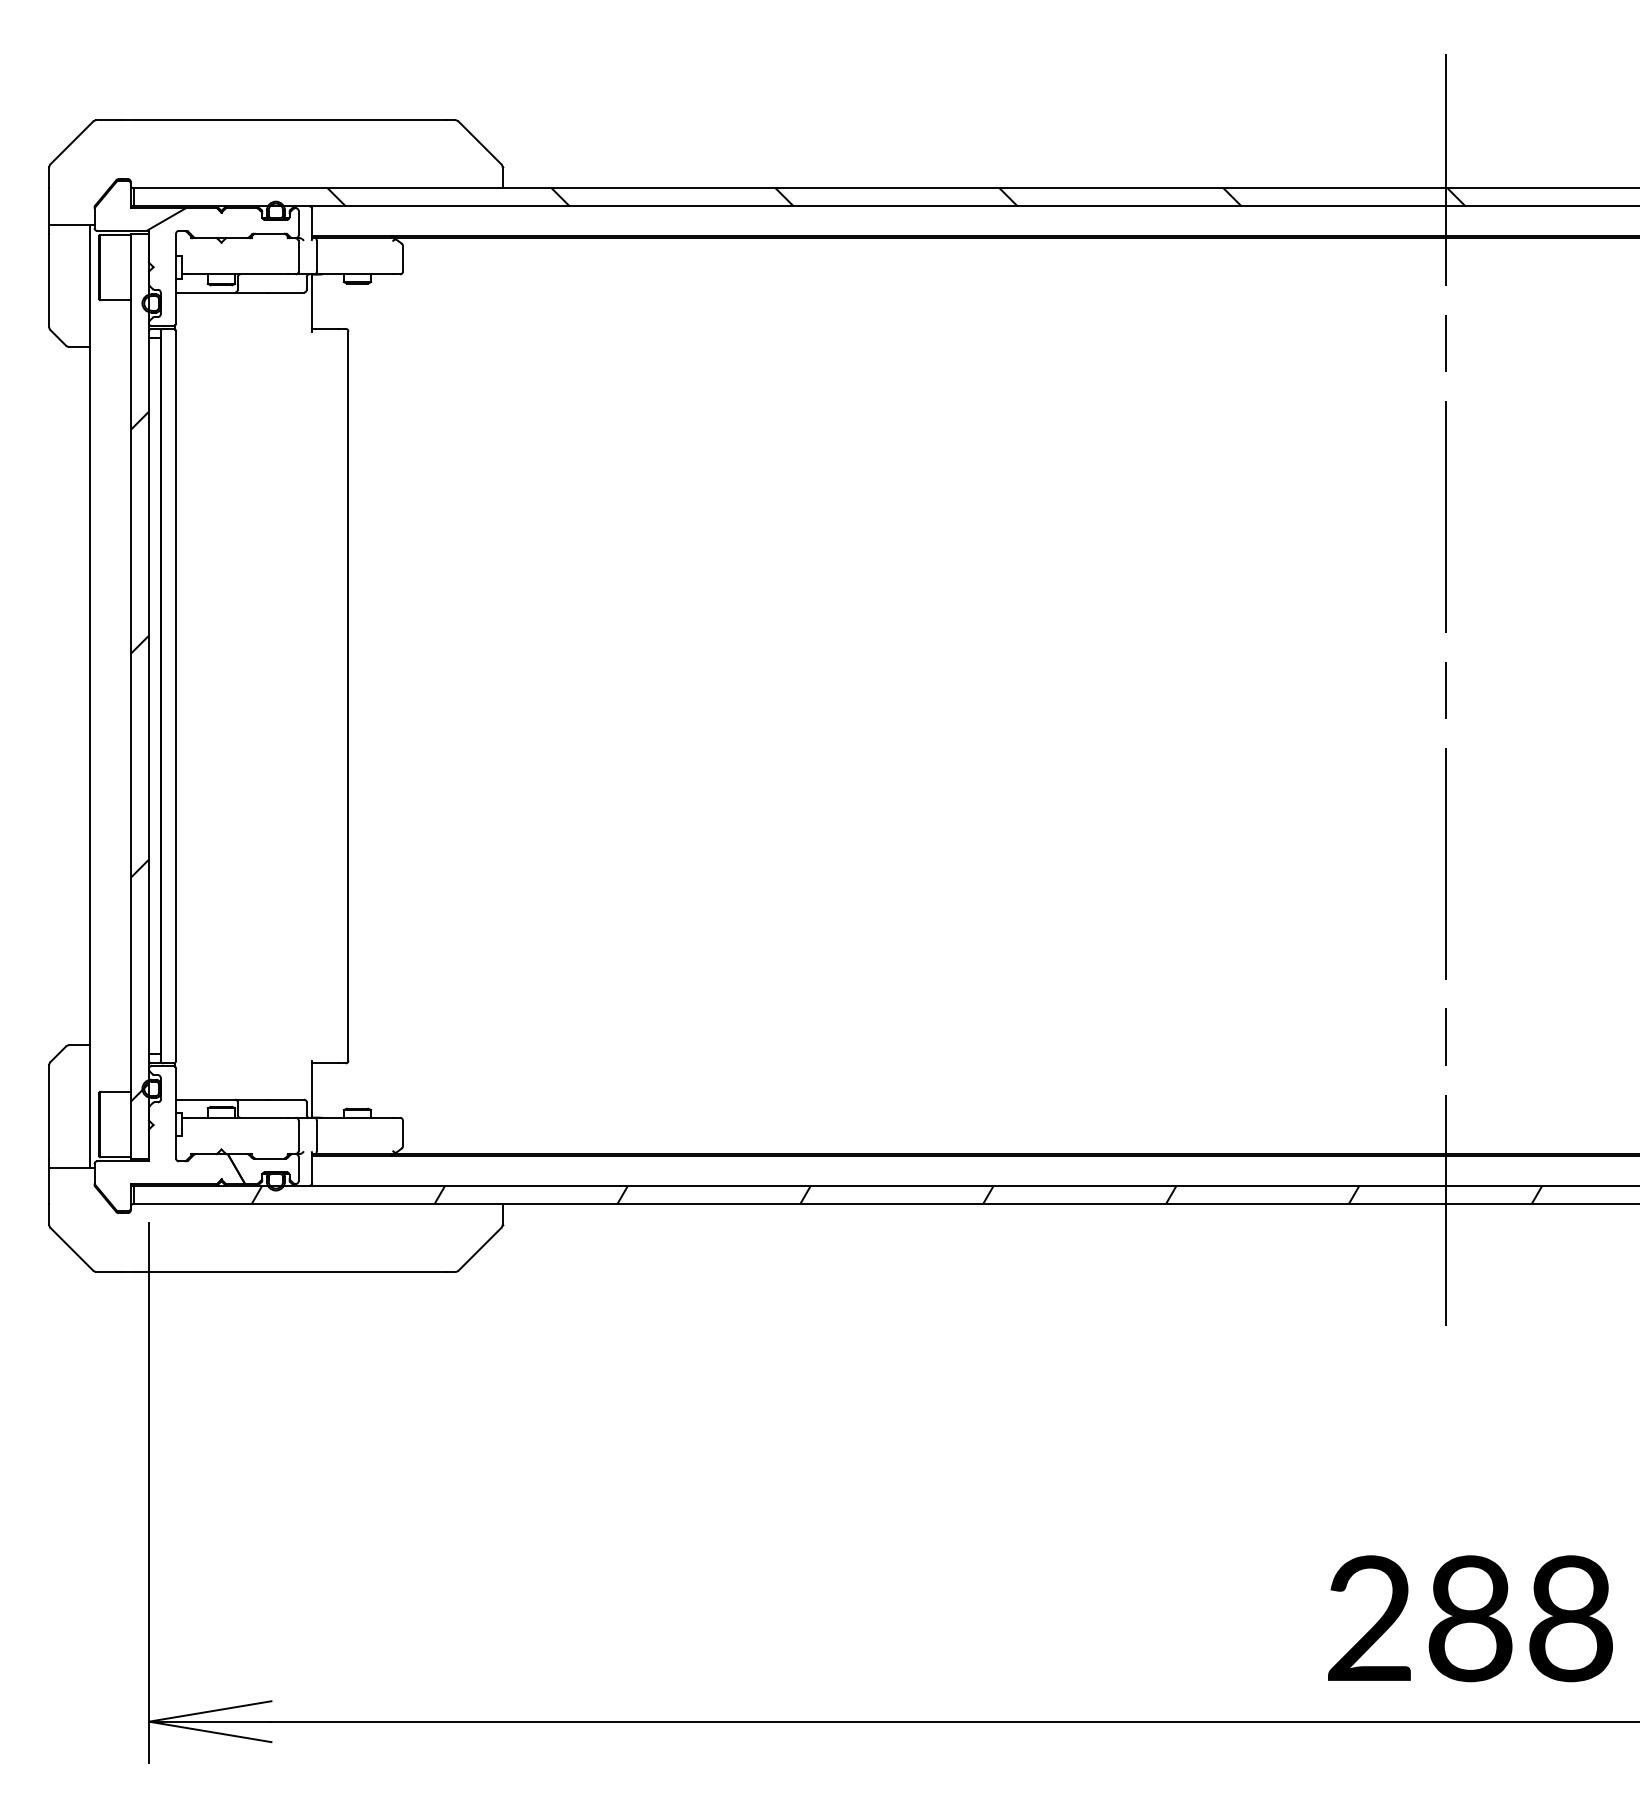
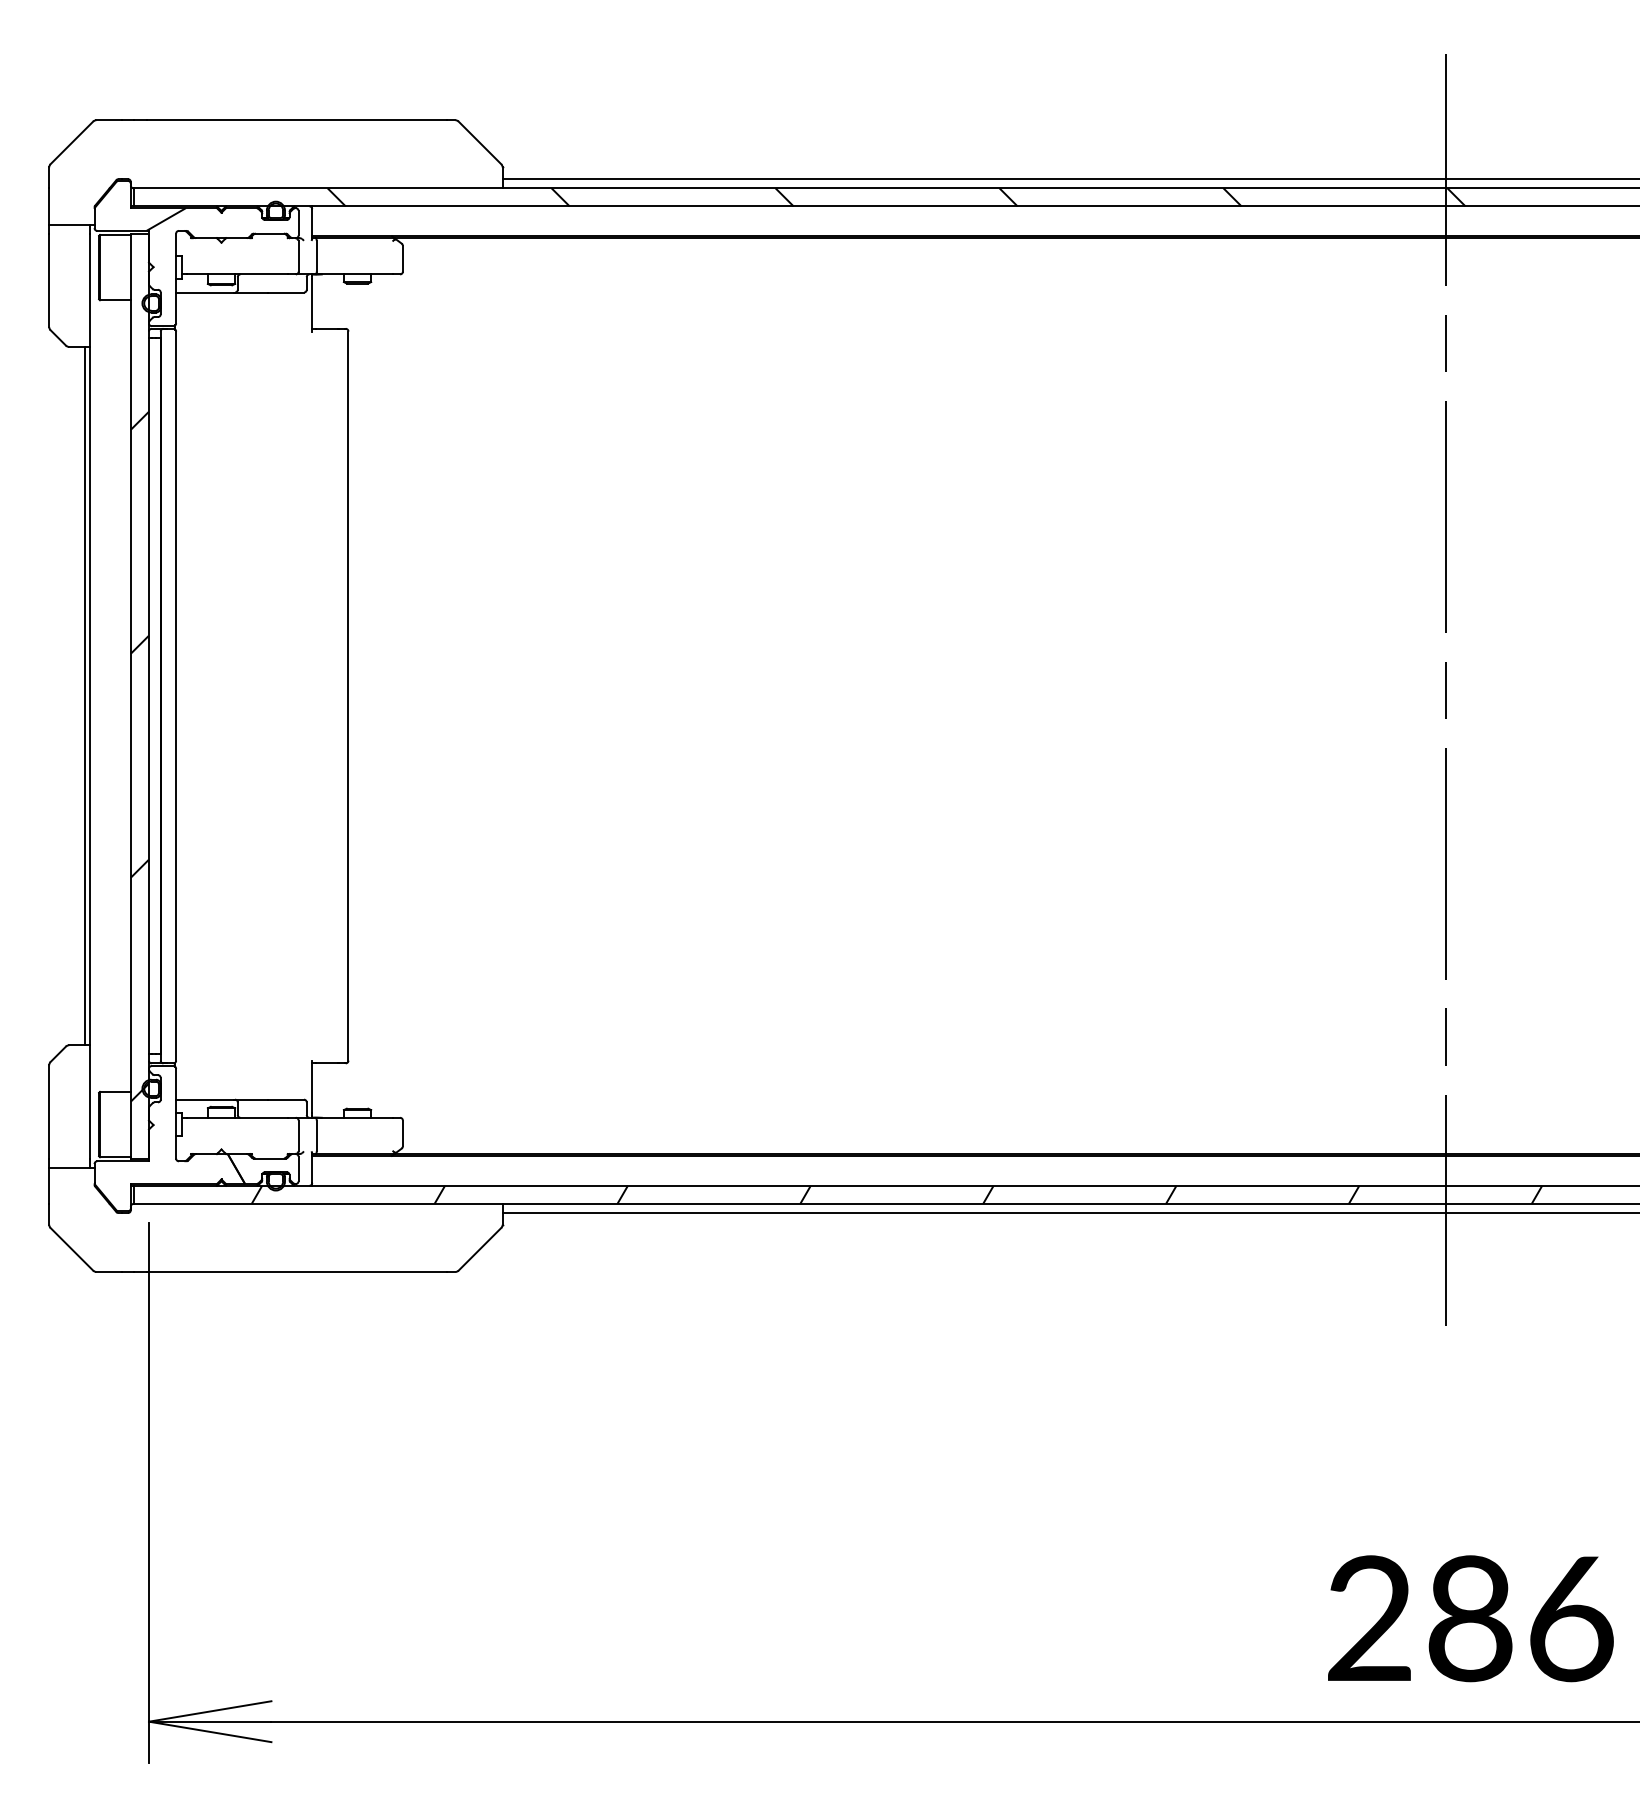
line at (1069, 179): none -> present
line at (85, 695): none -> present
line at (1069, 1213): none -> present
text at (1571, 1618): 288 -> 286
